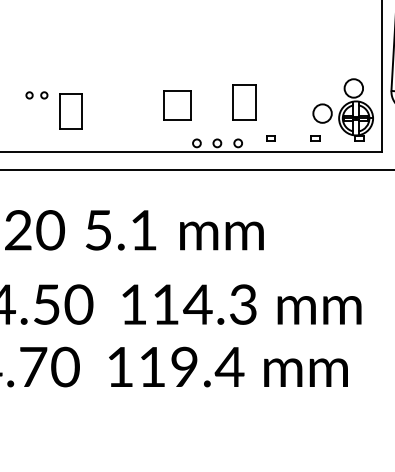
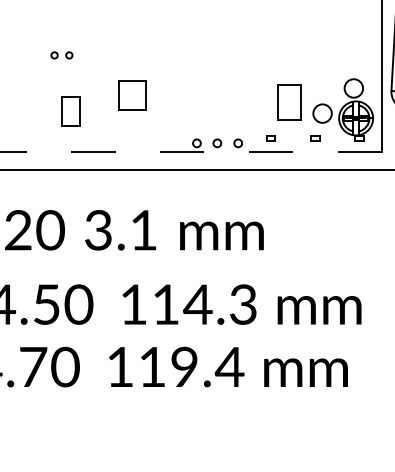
part at (36, 95) position: (36, 95) -> (61, 55)
part at (244, 102) position: (244, 102) -> (289, 102)
part at (177, 105) position: (177, 105) -> (132, 95)
part at (70, 111) size: 24x37 px -> 20x31 px
line at (190, 151): solid -> dashed
text at (98, 230): 5.1 -> 3.1
